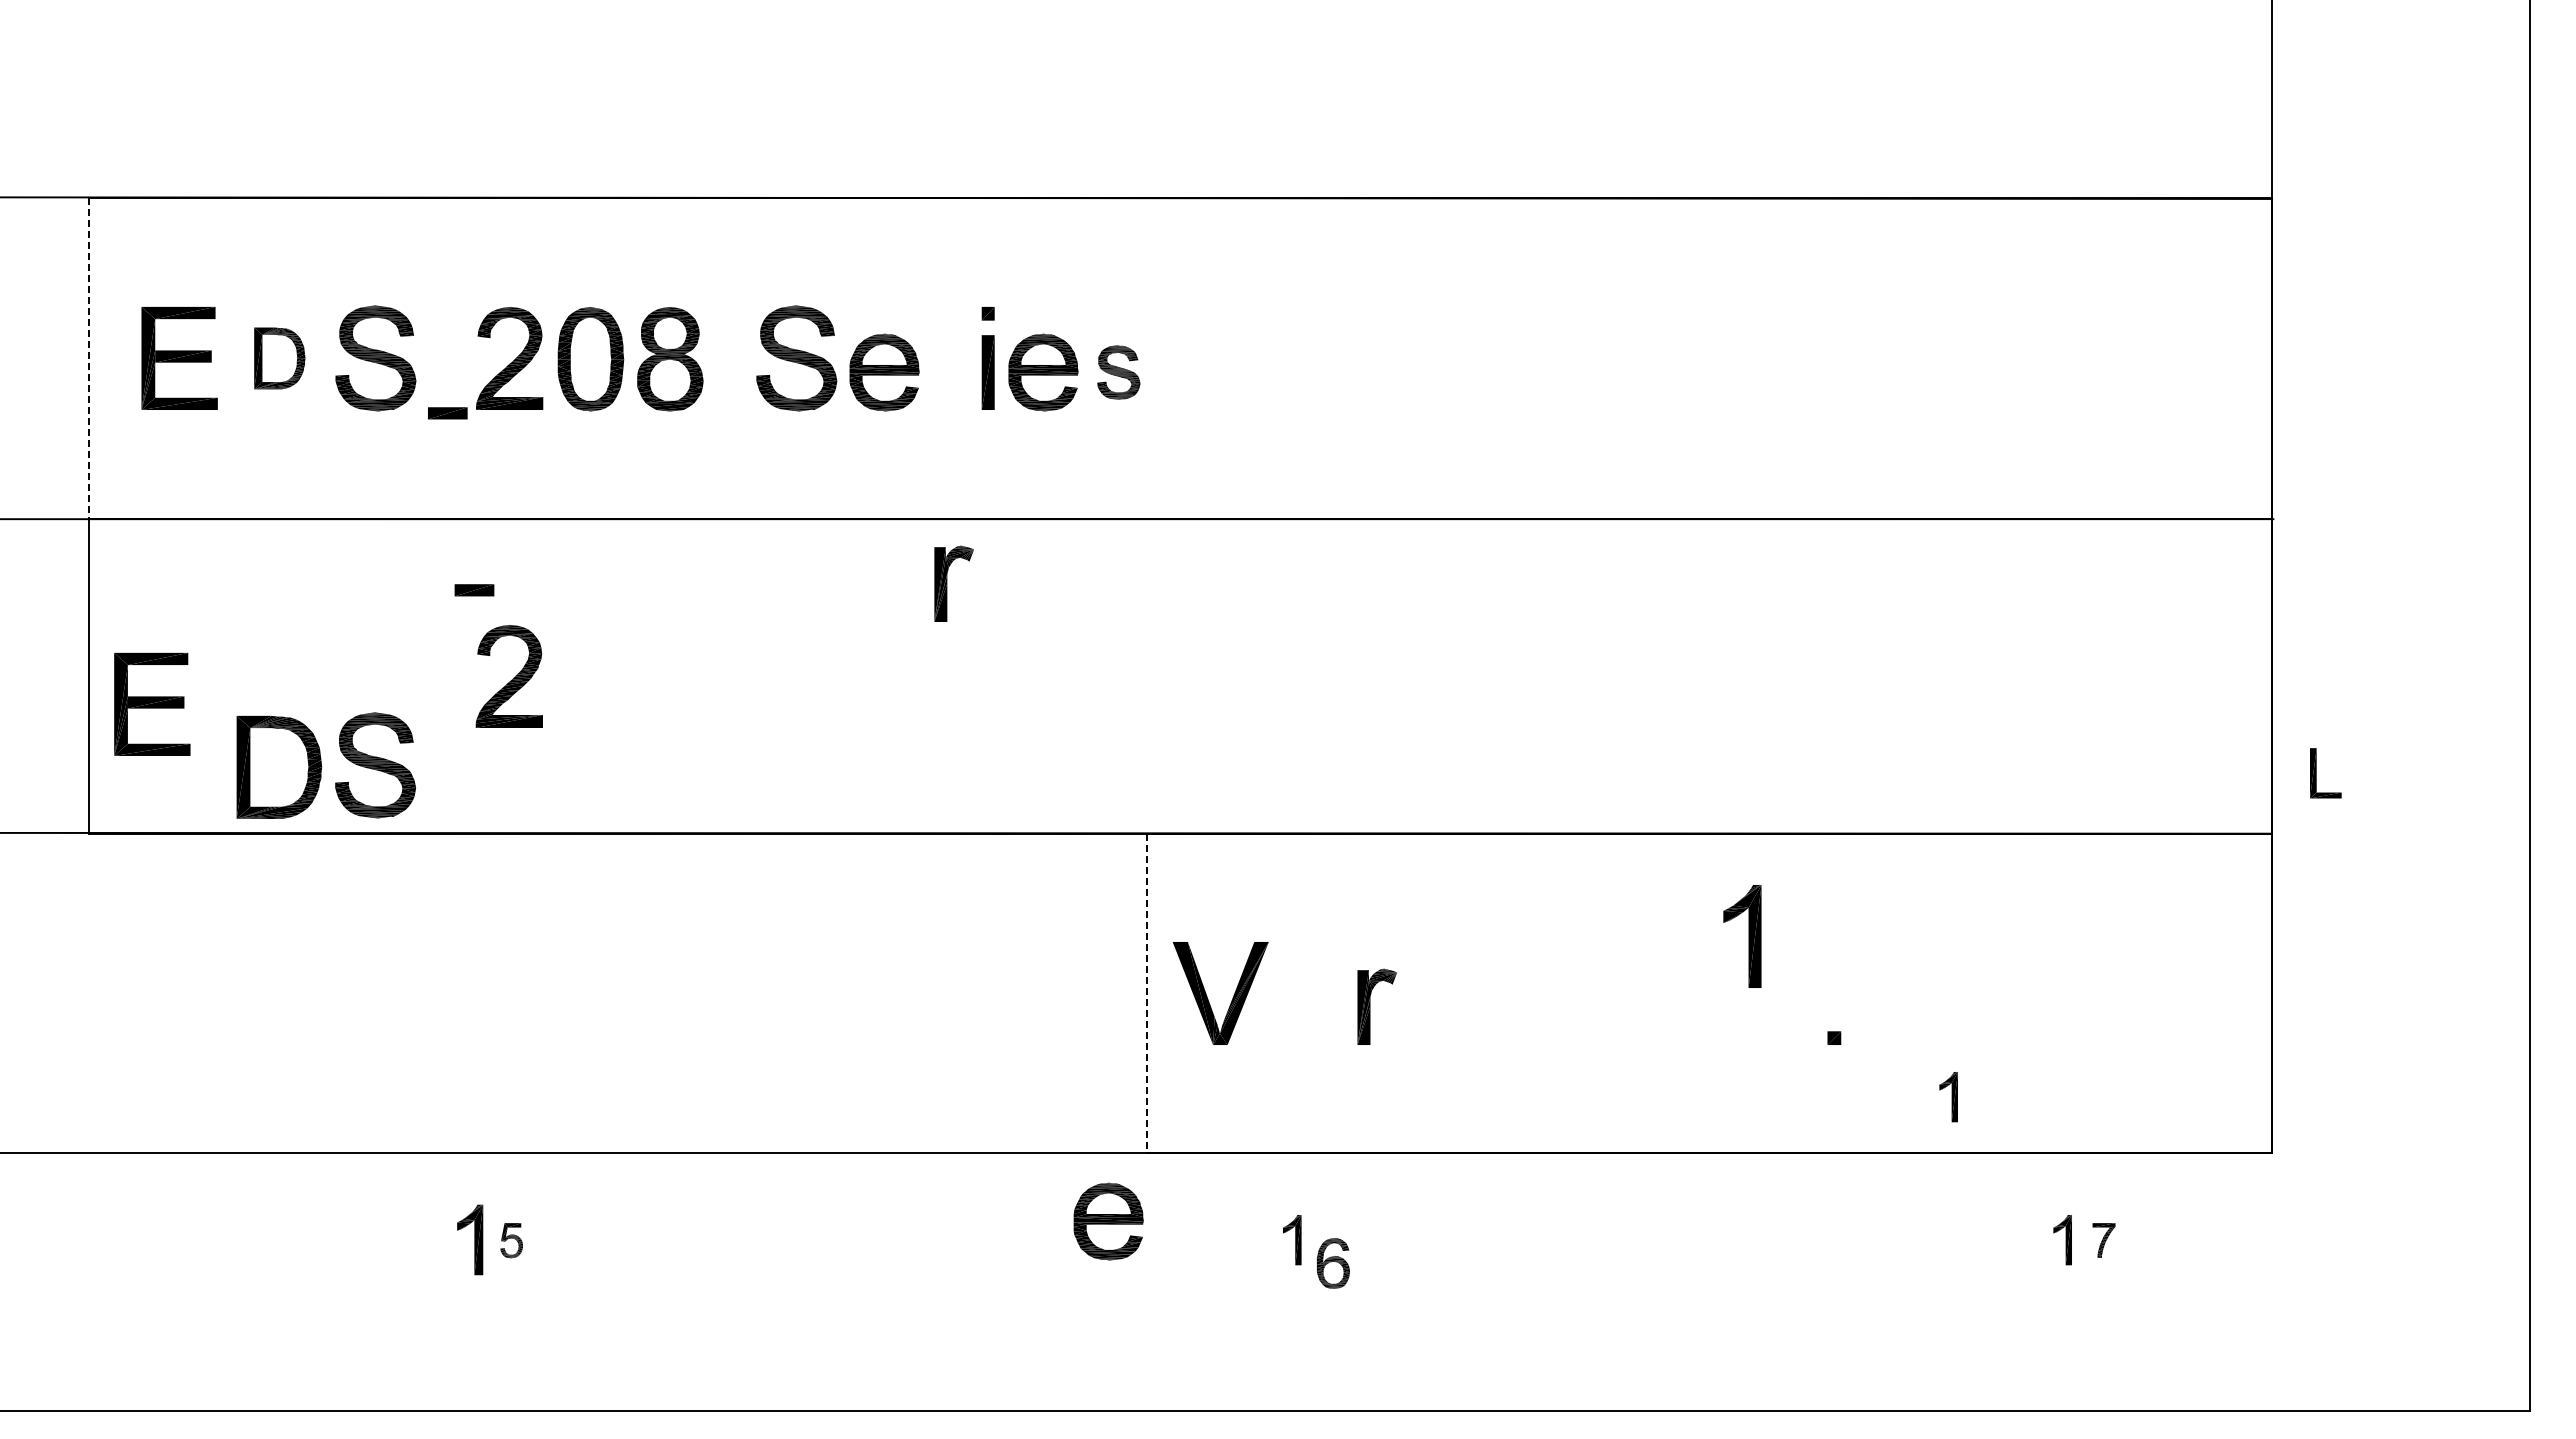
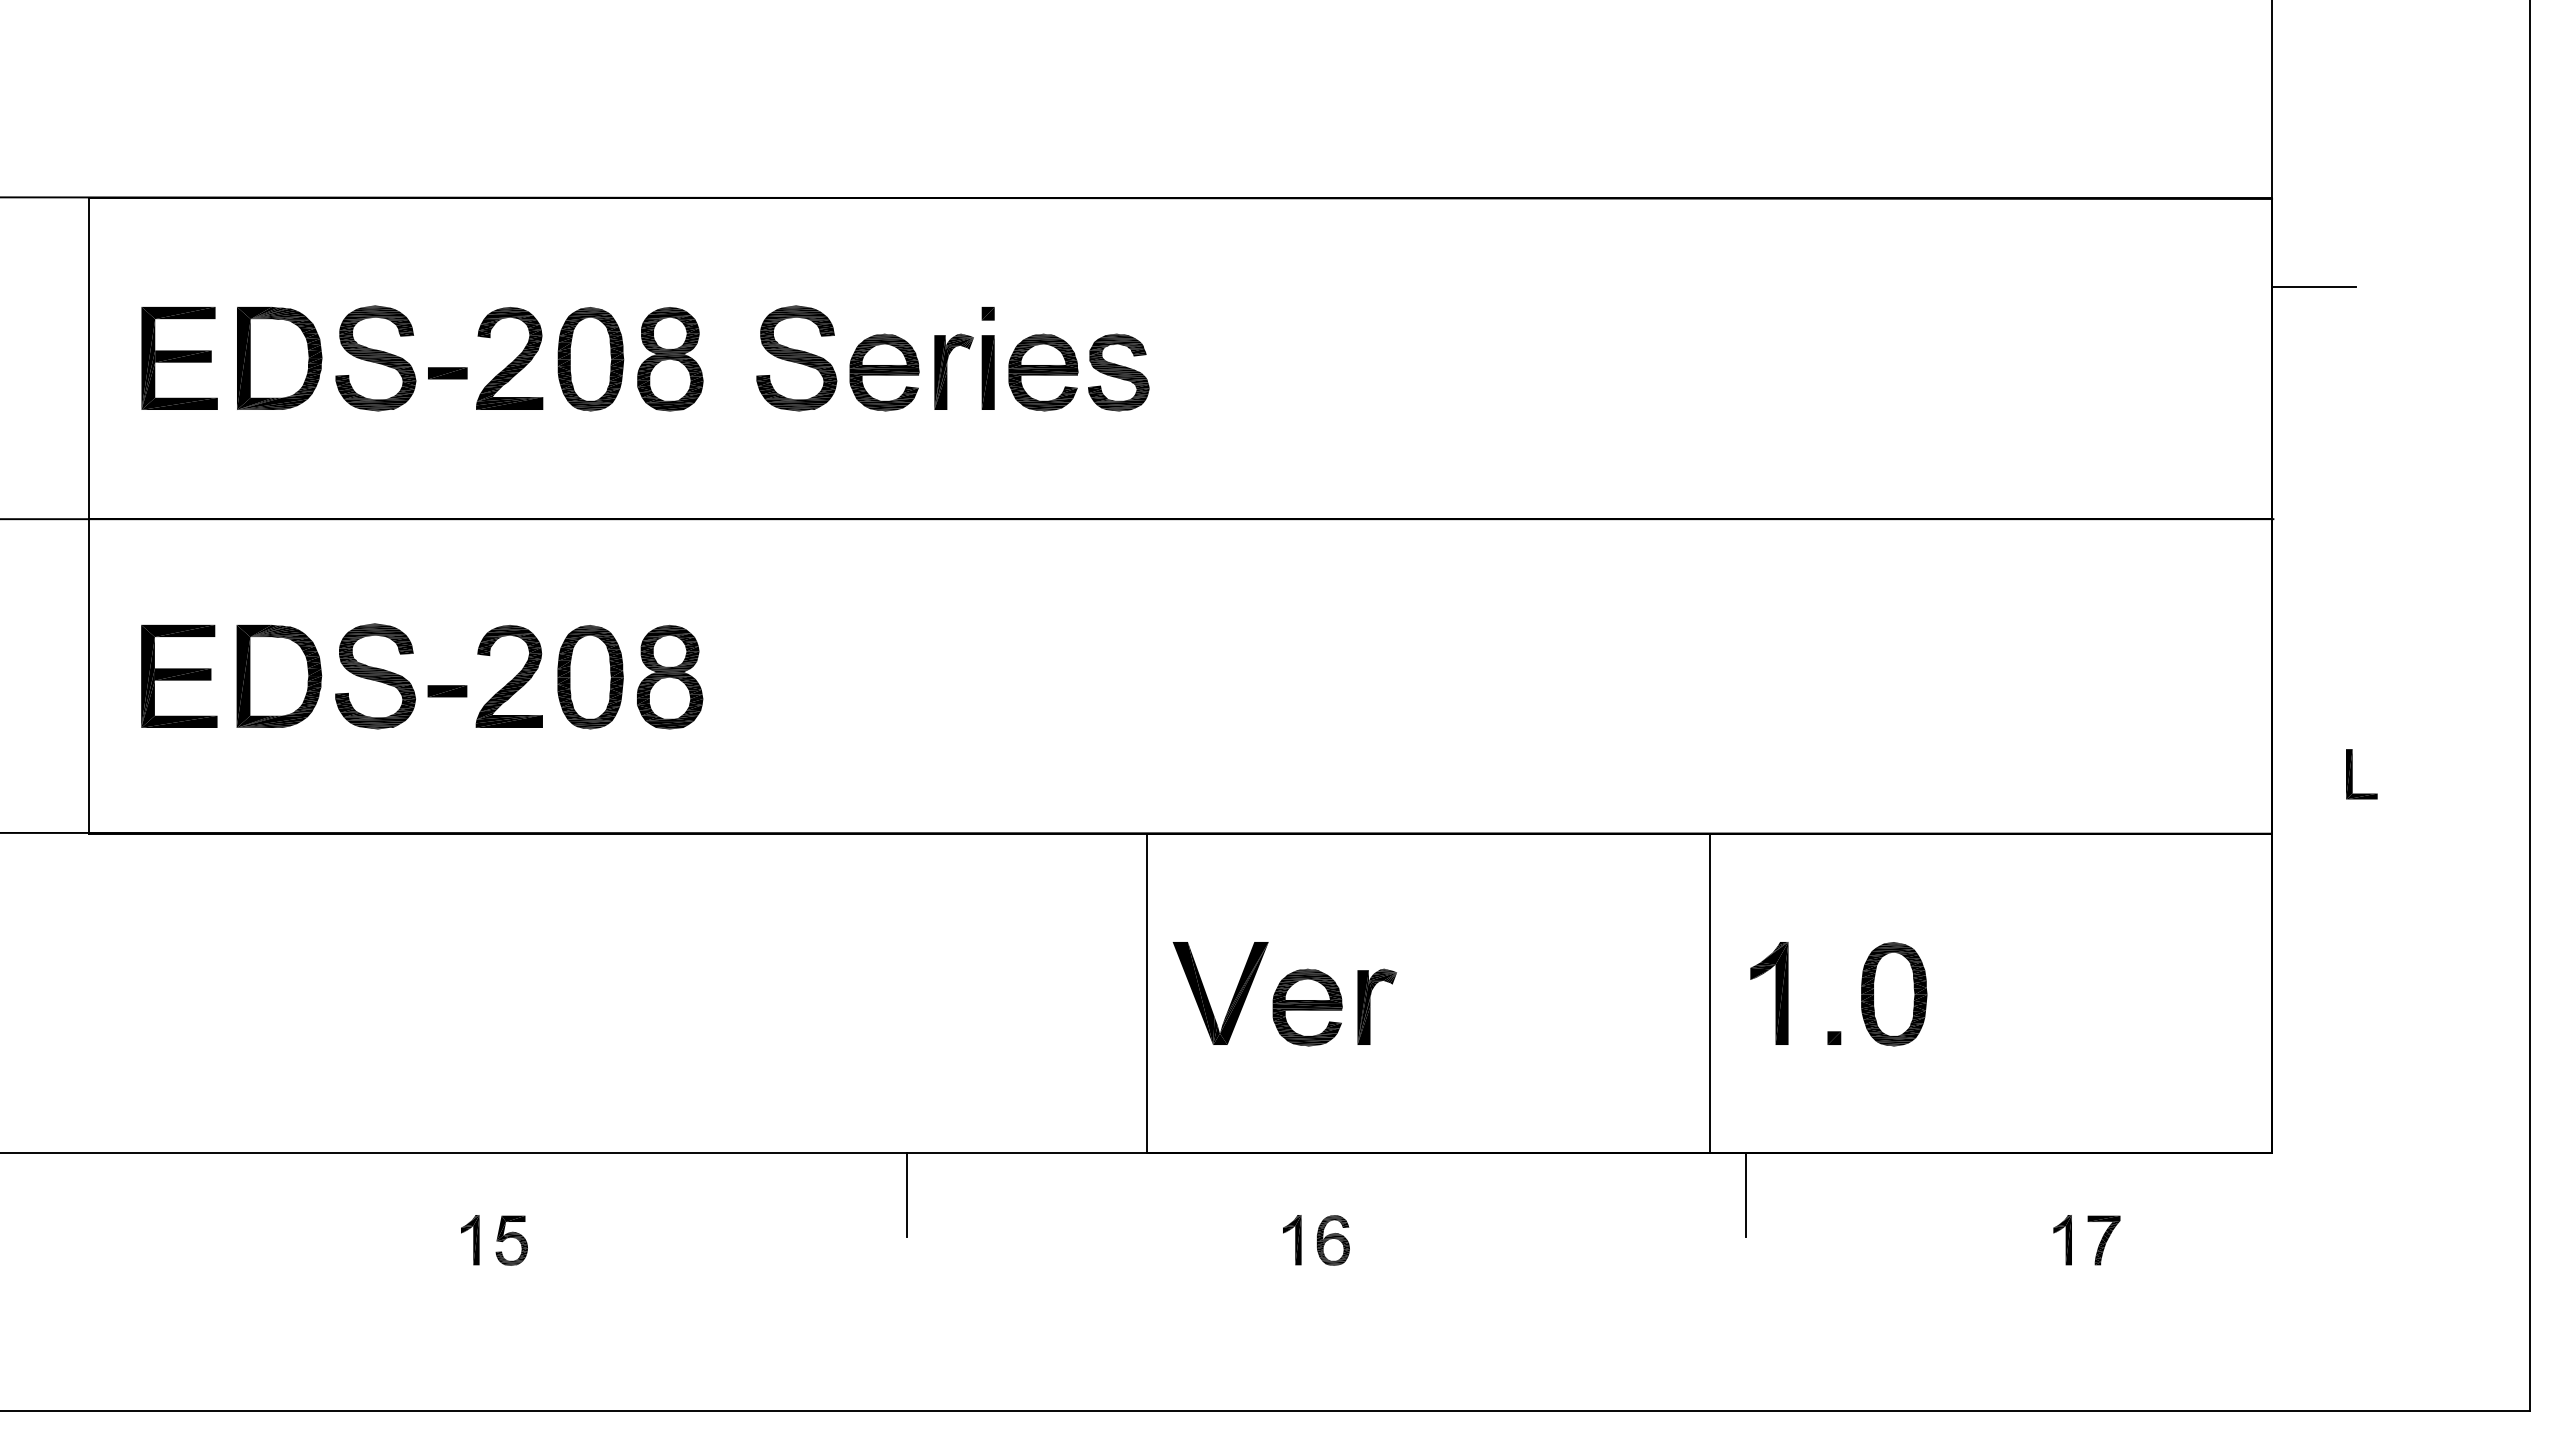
line at (2313, 286): none -> present
line at (89, 358): dashed -> solid
part at (279, 358) size: 52x63 px -> 86x103 px
part at (1118, 372) size: 44x55 px -> 62x79 px
part at (447, 413) position: (447, 413) -> (447, 373)
part at (953, 583) position: (953, 583) -> (953, 371)
part at (474, 590) position: (474, 590) -> (447, 691)
part at (590, 677): none -> present
part at (670, 677): none -> present
part at (152, 703) position: (152, 703) -> (179, 675)
part at (375, 765) position: (375, 765) -> (375, 676)
part at (279, 766) position: (279, 766) -> (279, 675)
part at (2316, 773) position: (2316, 773) -> (2352, 774)
part at (1742, 936) position: (1742, 936) -> (1769, 993)
line at (1147, 993): dashed -> solid
line at (1709, 993): none -> present
part at (1894, 994): none -> present
part at (1948, 1097): present -> none
line at (906, 1194): none -> present
line at (1745, 1194): none -> present
part at (1108, 1221) position: (1108, 1221) -> (1307, 1007)
part at (470, 1239) size: 27x72 px -> 19x51 px
part at (511, 1240) size: 23x36 px -> 33x51 px
part at (2103, 1240) size: 24x35 px -> 34x51 px
part at (1333, 1263) position: (1333, 1263) -> (1333, 1240)
